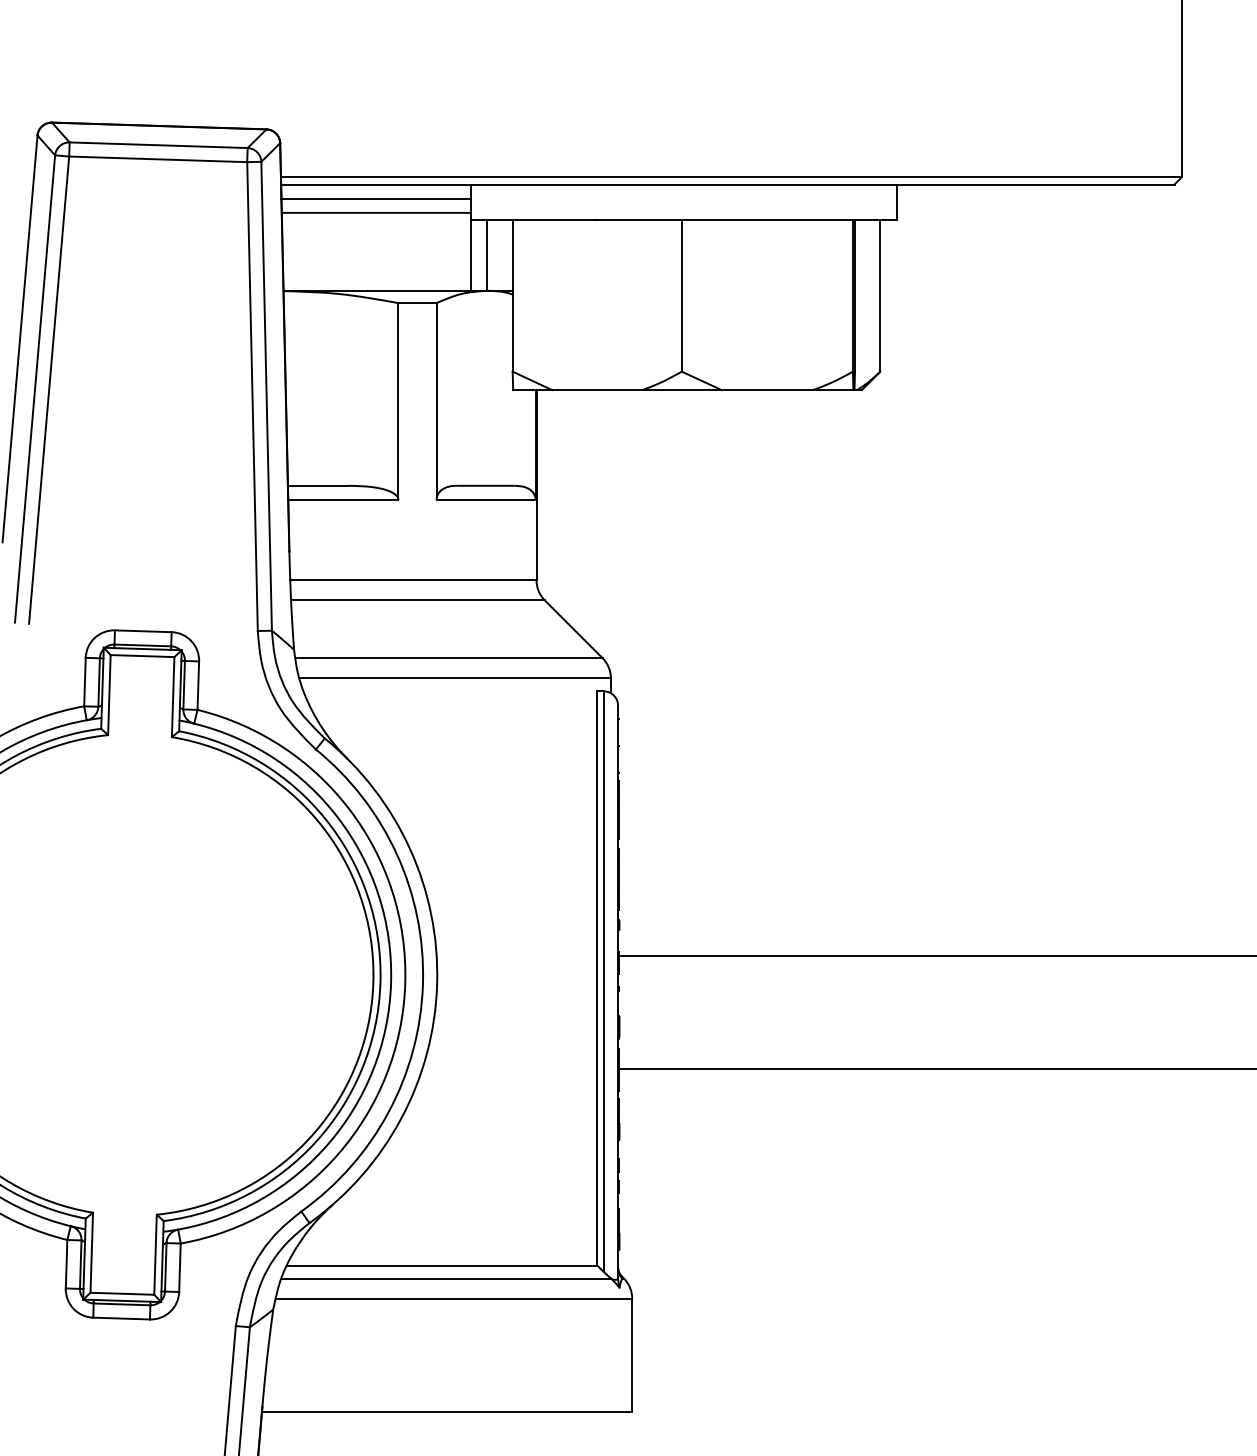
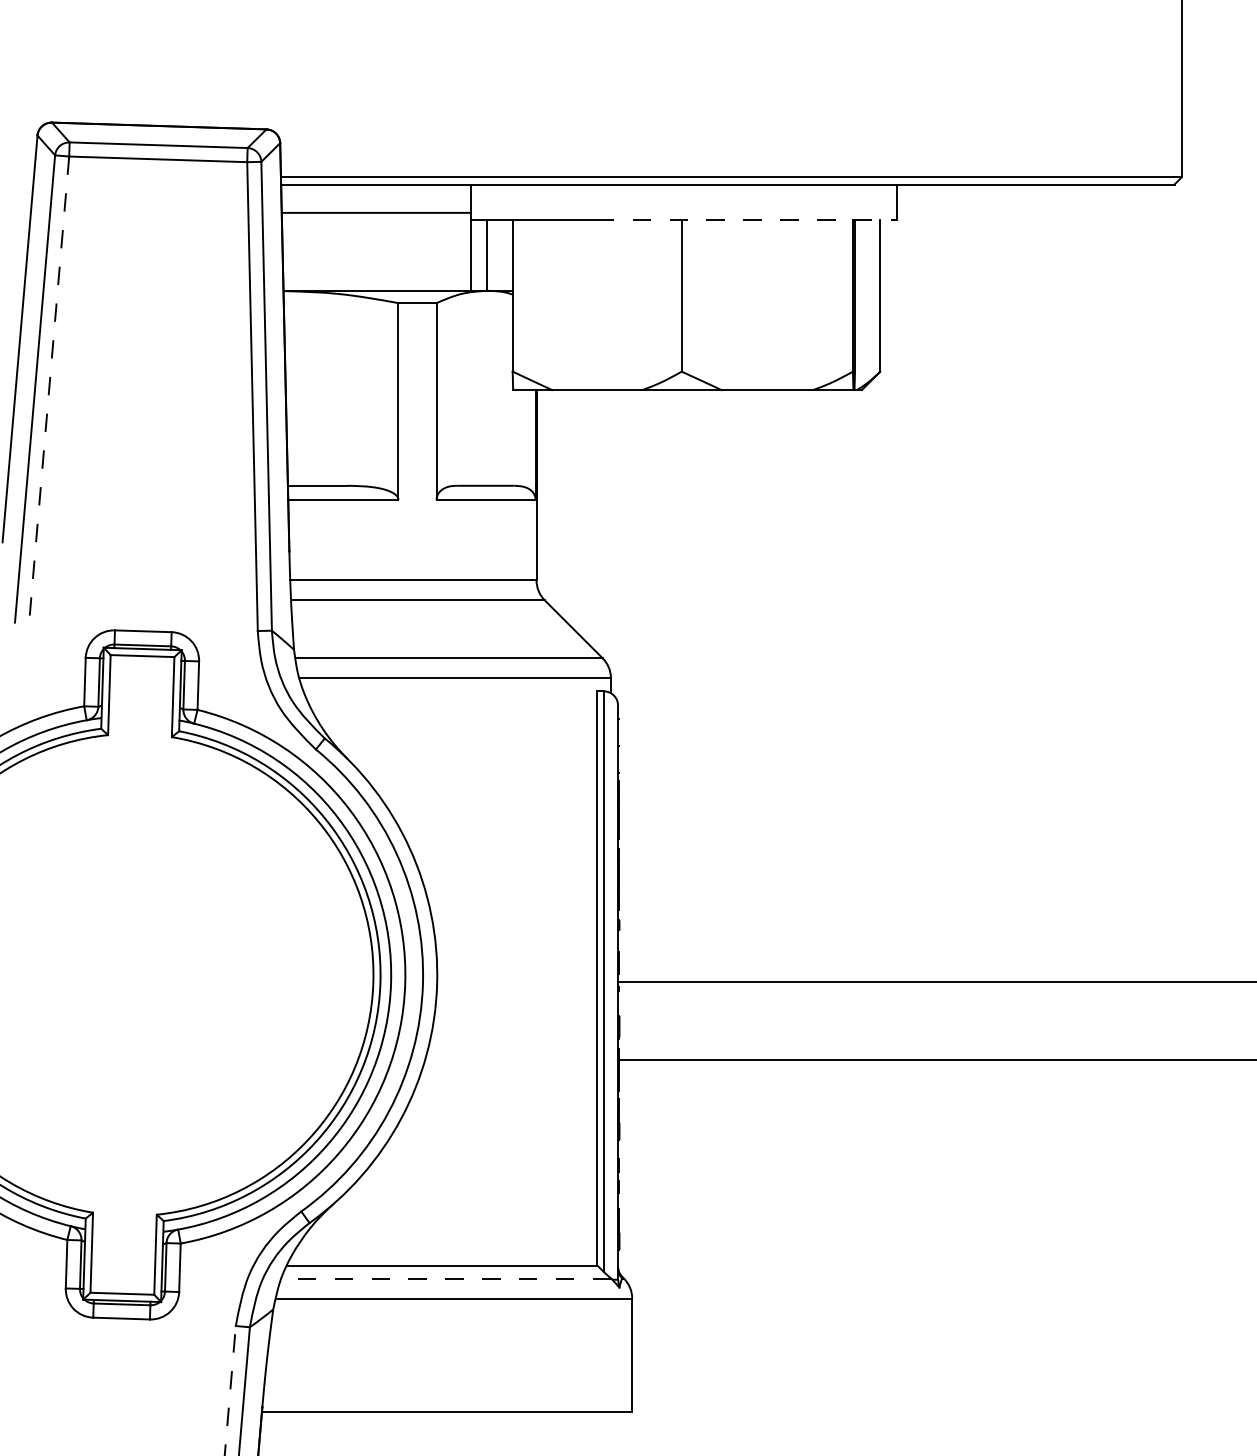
line at (376, 198): present -> none
line at (746, 219): solid -> dashed
line at (49, 390): solid -> dashed
line at (936, 955) position: (936, 955) -> (936, 981)
line at (936, 1069) position: (936, 1069) -> (936, 1060)
line at (446, 1278): solid -> dashed
line at (230, 1390): solid -> dashed
